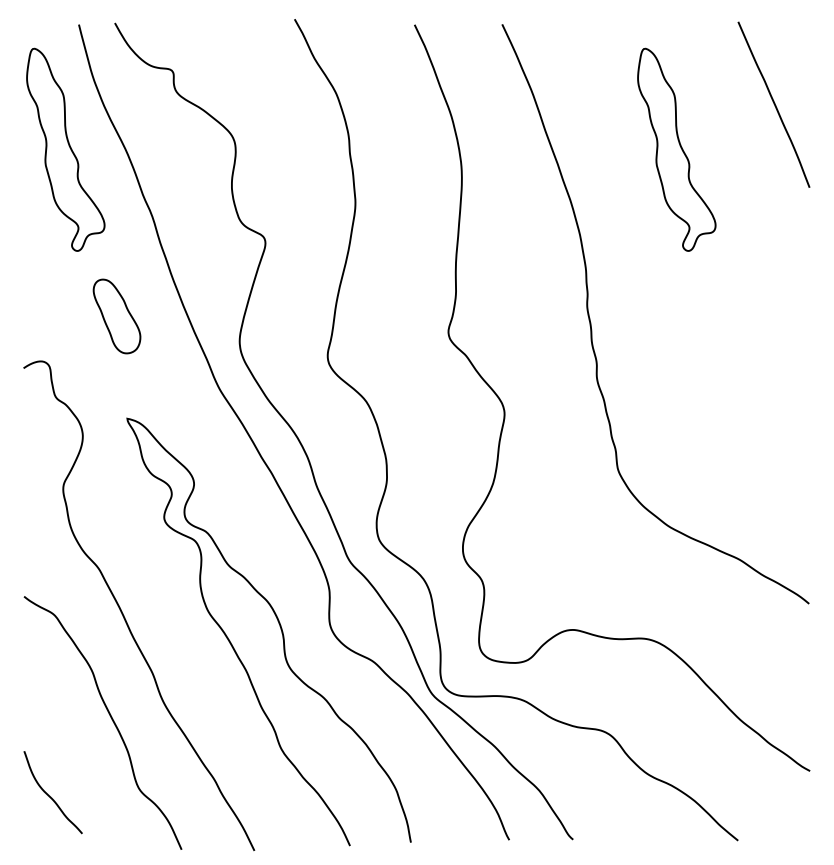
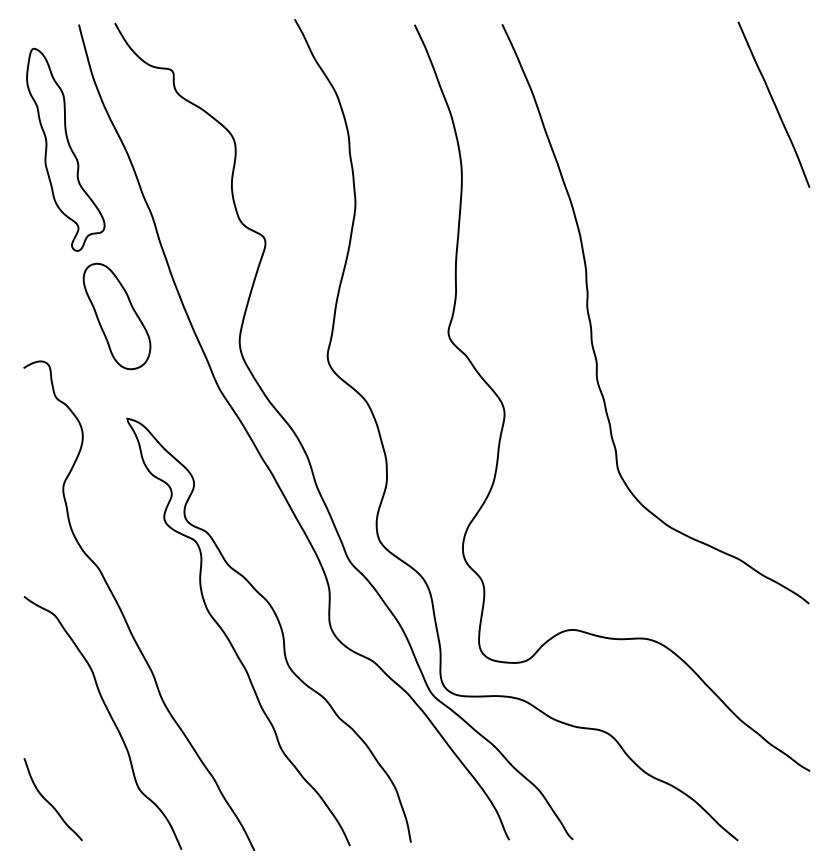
part at (676, 149): present -> none
part at (116, 316) size: 50x77 px -> 70x109 px
curve at (49, 795) position: (49, 795) -> (49, 802)
